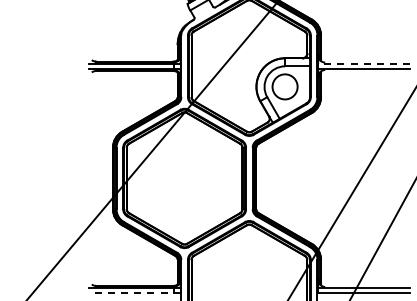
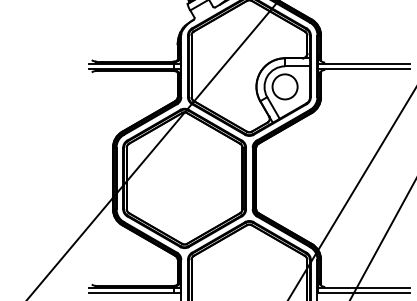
line at (364, 63): dashed -> solid
line at (134, 293): dashed -> solid
